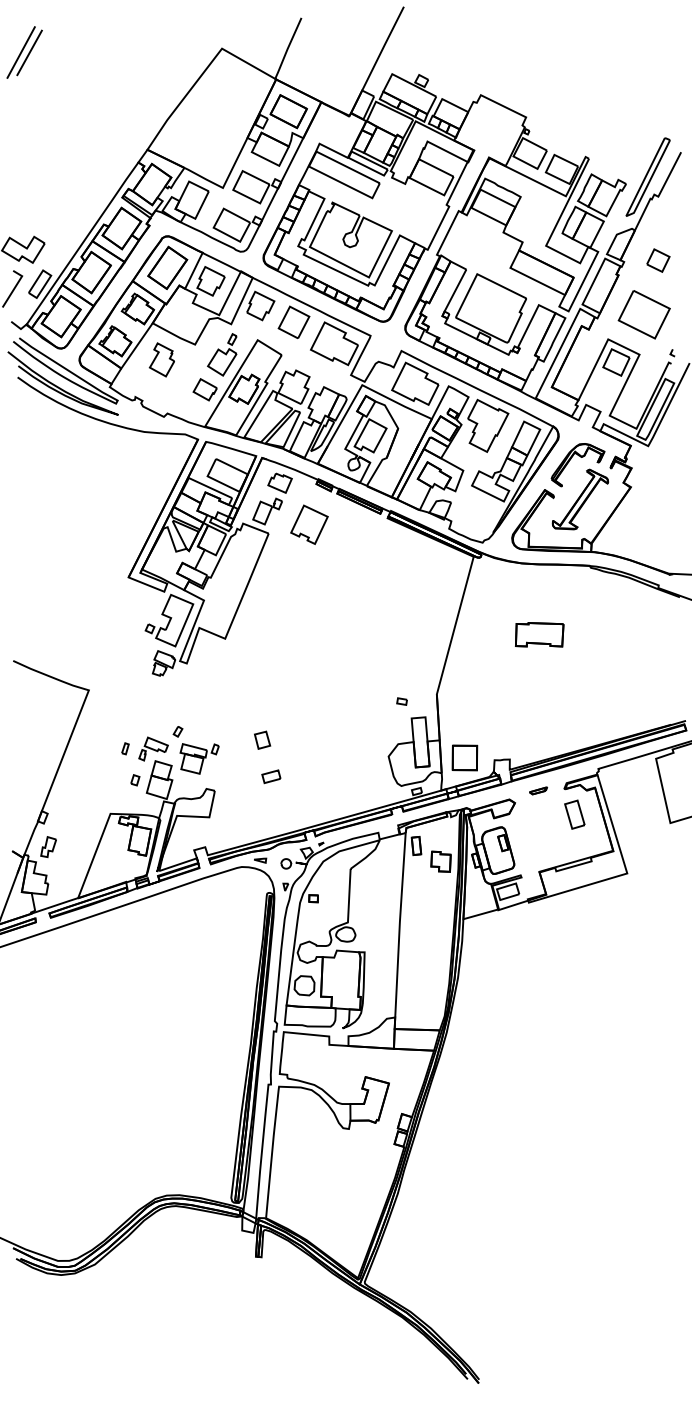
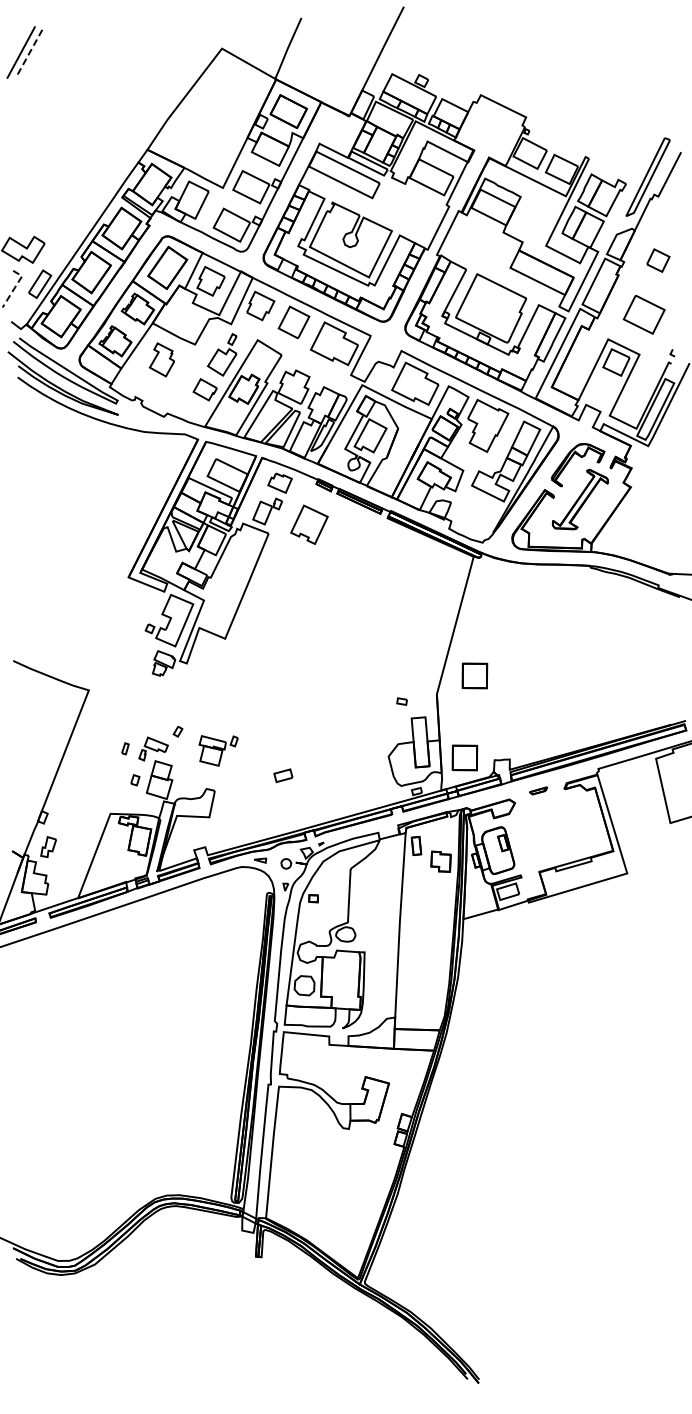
line at (29, 53): solid -> dashed
line at (15, 287): solid -> dashed
part at (643, 314) size: 54x50 px -> 44x40 px
part at (539, 634): present -> none
part at (474, 675): none -> present
part at (262, 739): present -> none
part at (199, 758) position: (199, 758) -> (218, 750)
part at (271, 776) position: (271, 776) -> (283, 775)
part at (574, 814): present -> none
